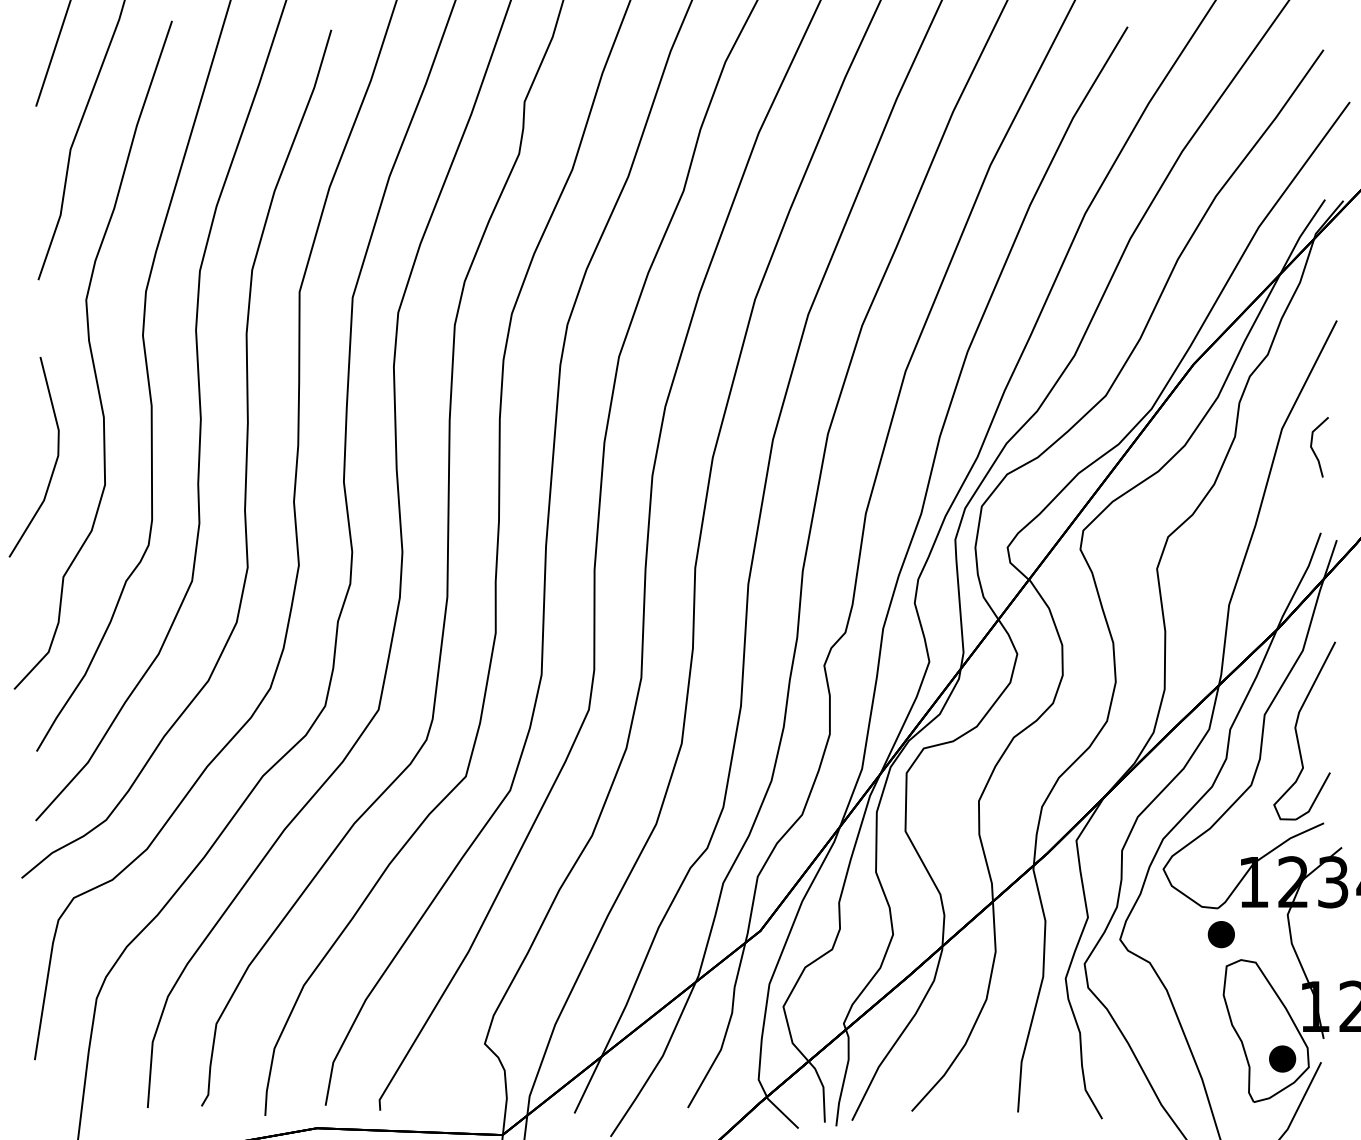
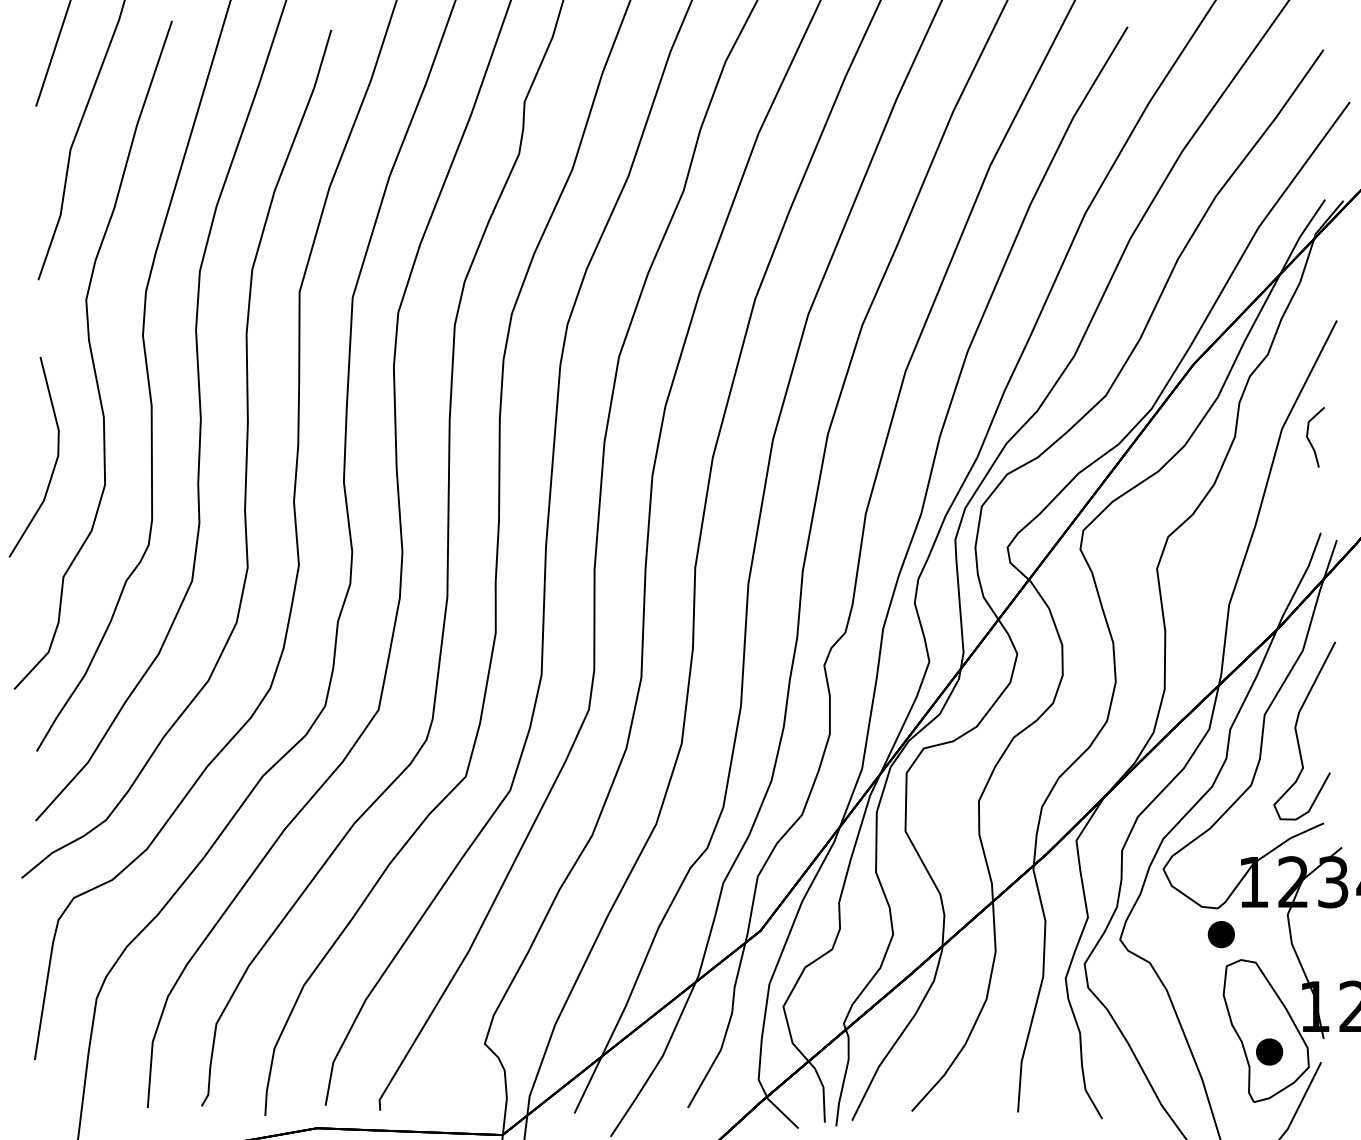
line at (1313, 449) position: (1313, 449) -> (1309, 439)
part at (1282, 1058) position: (1282, 1058) -> (1269, 1051)
